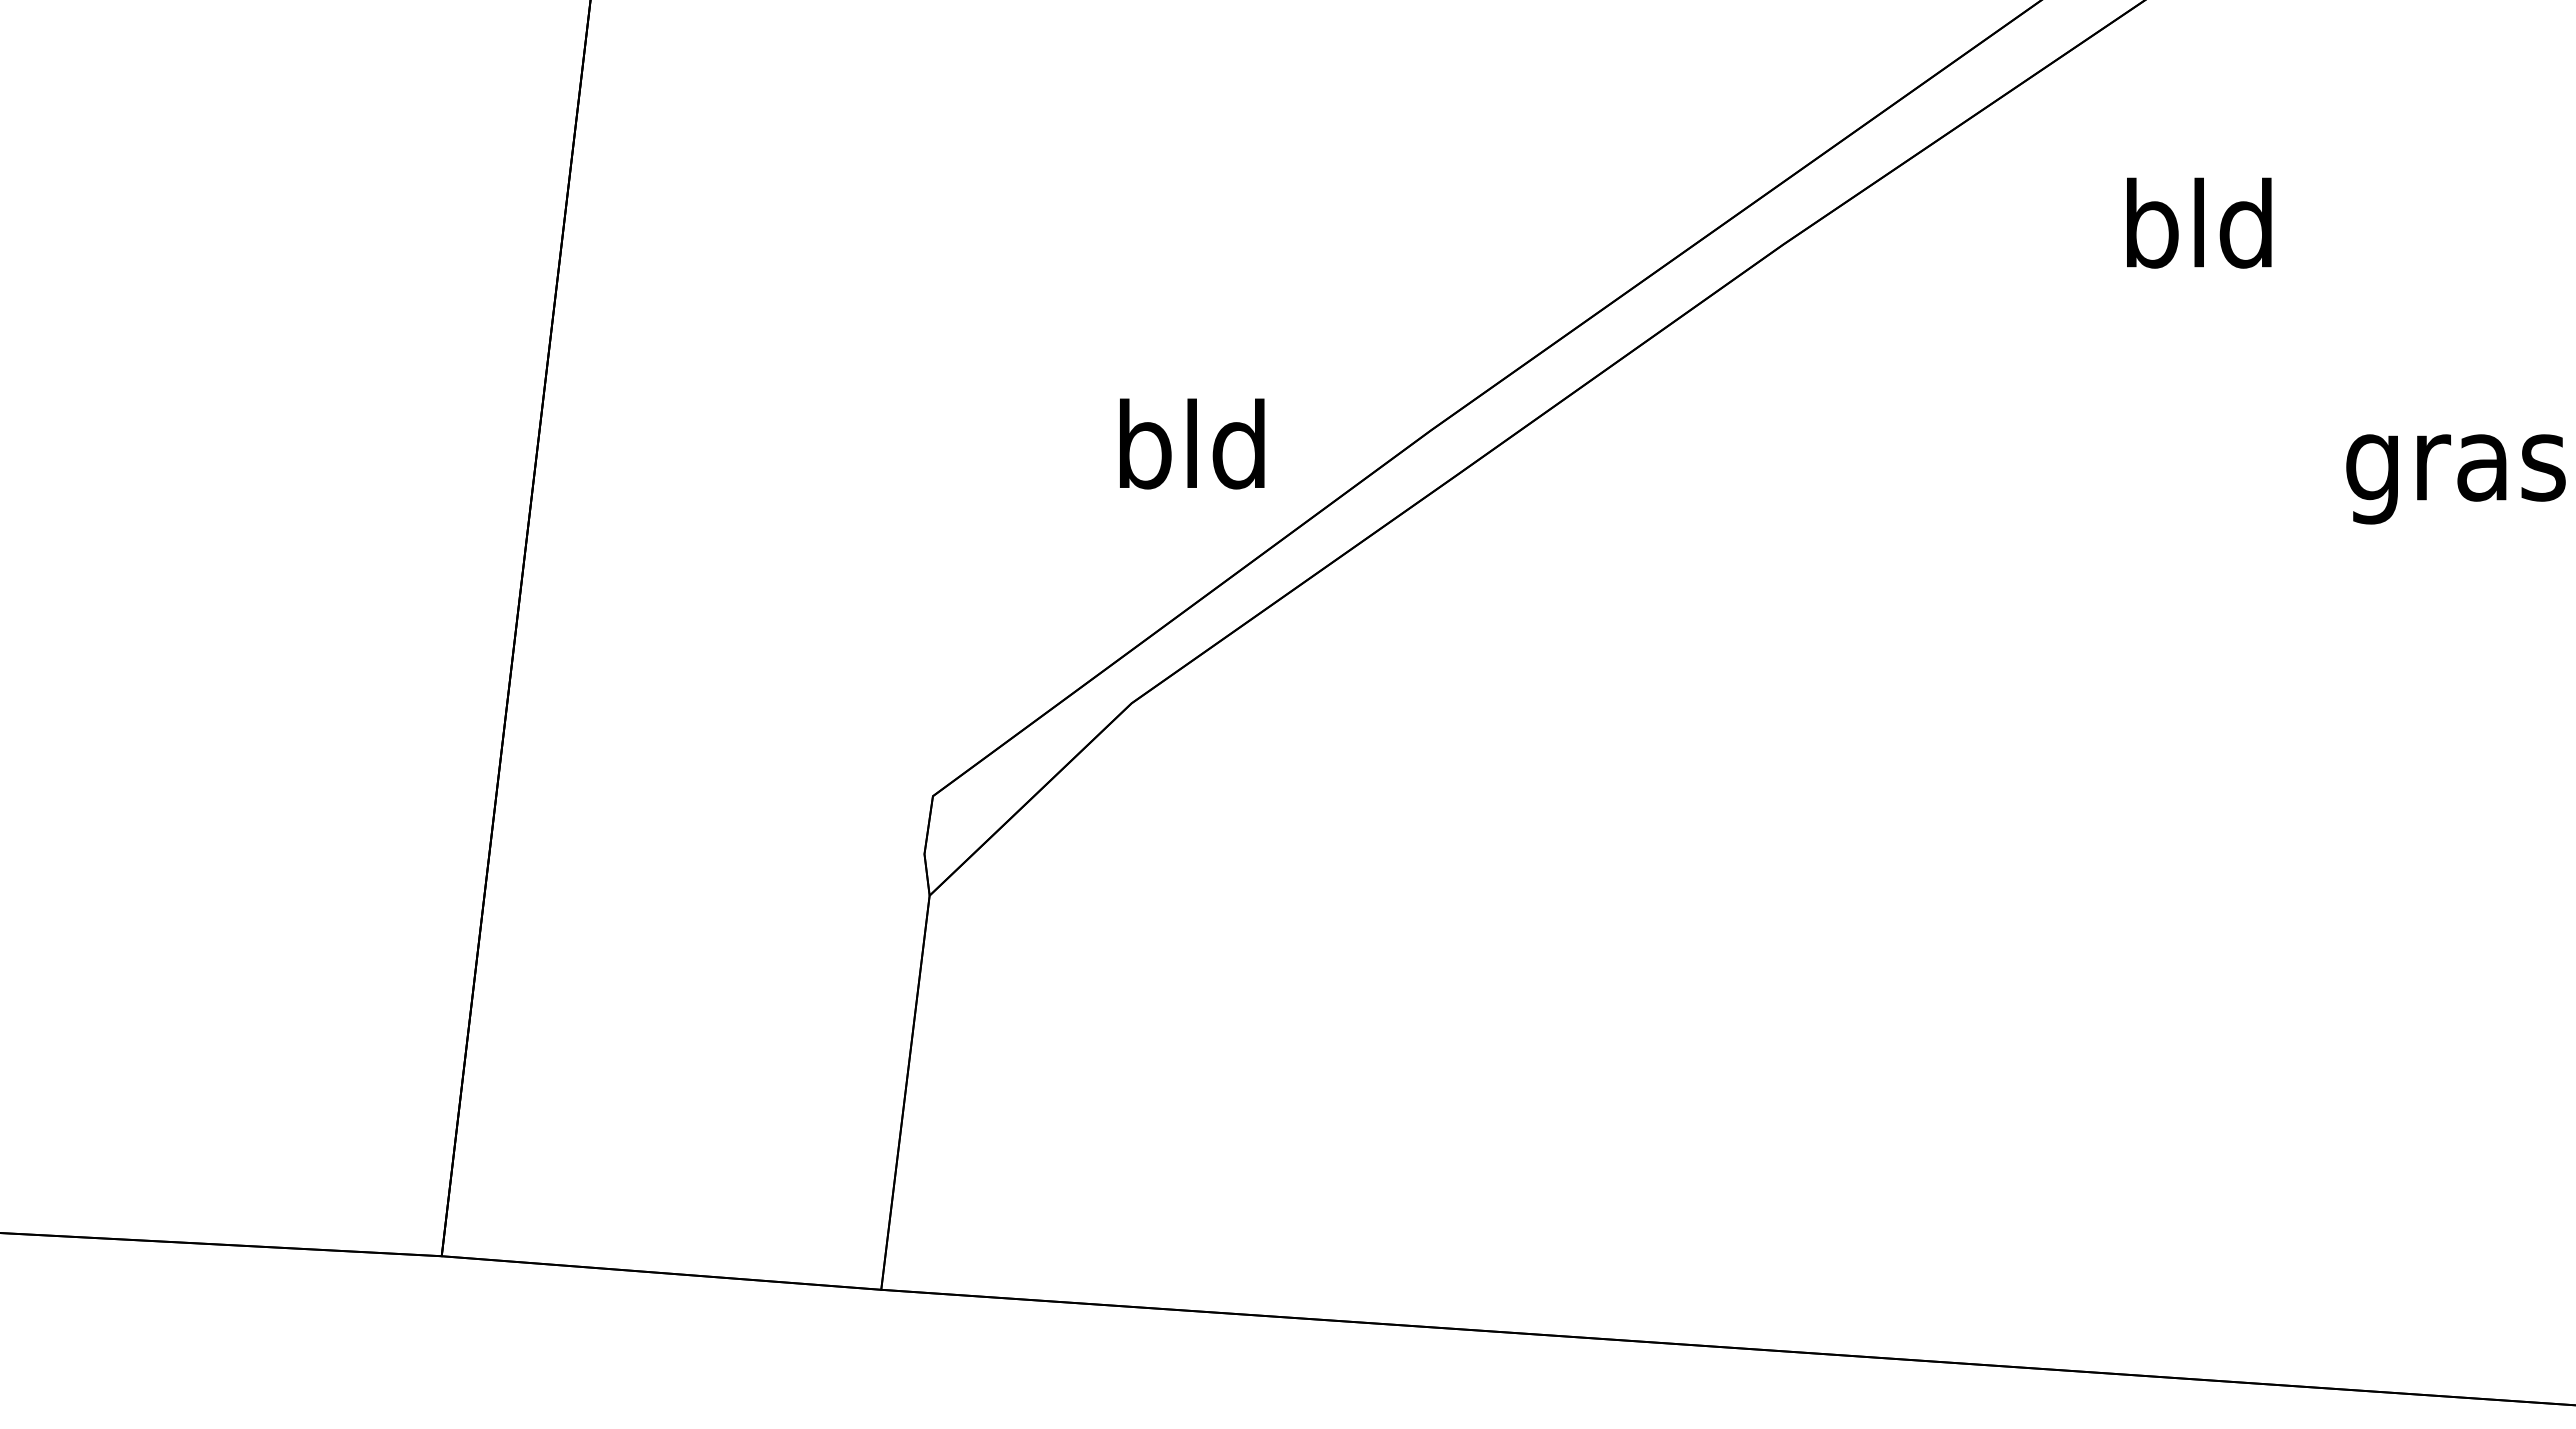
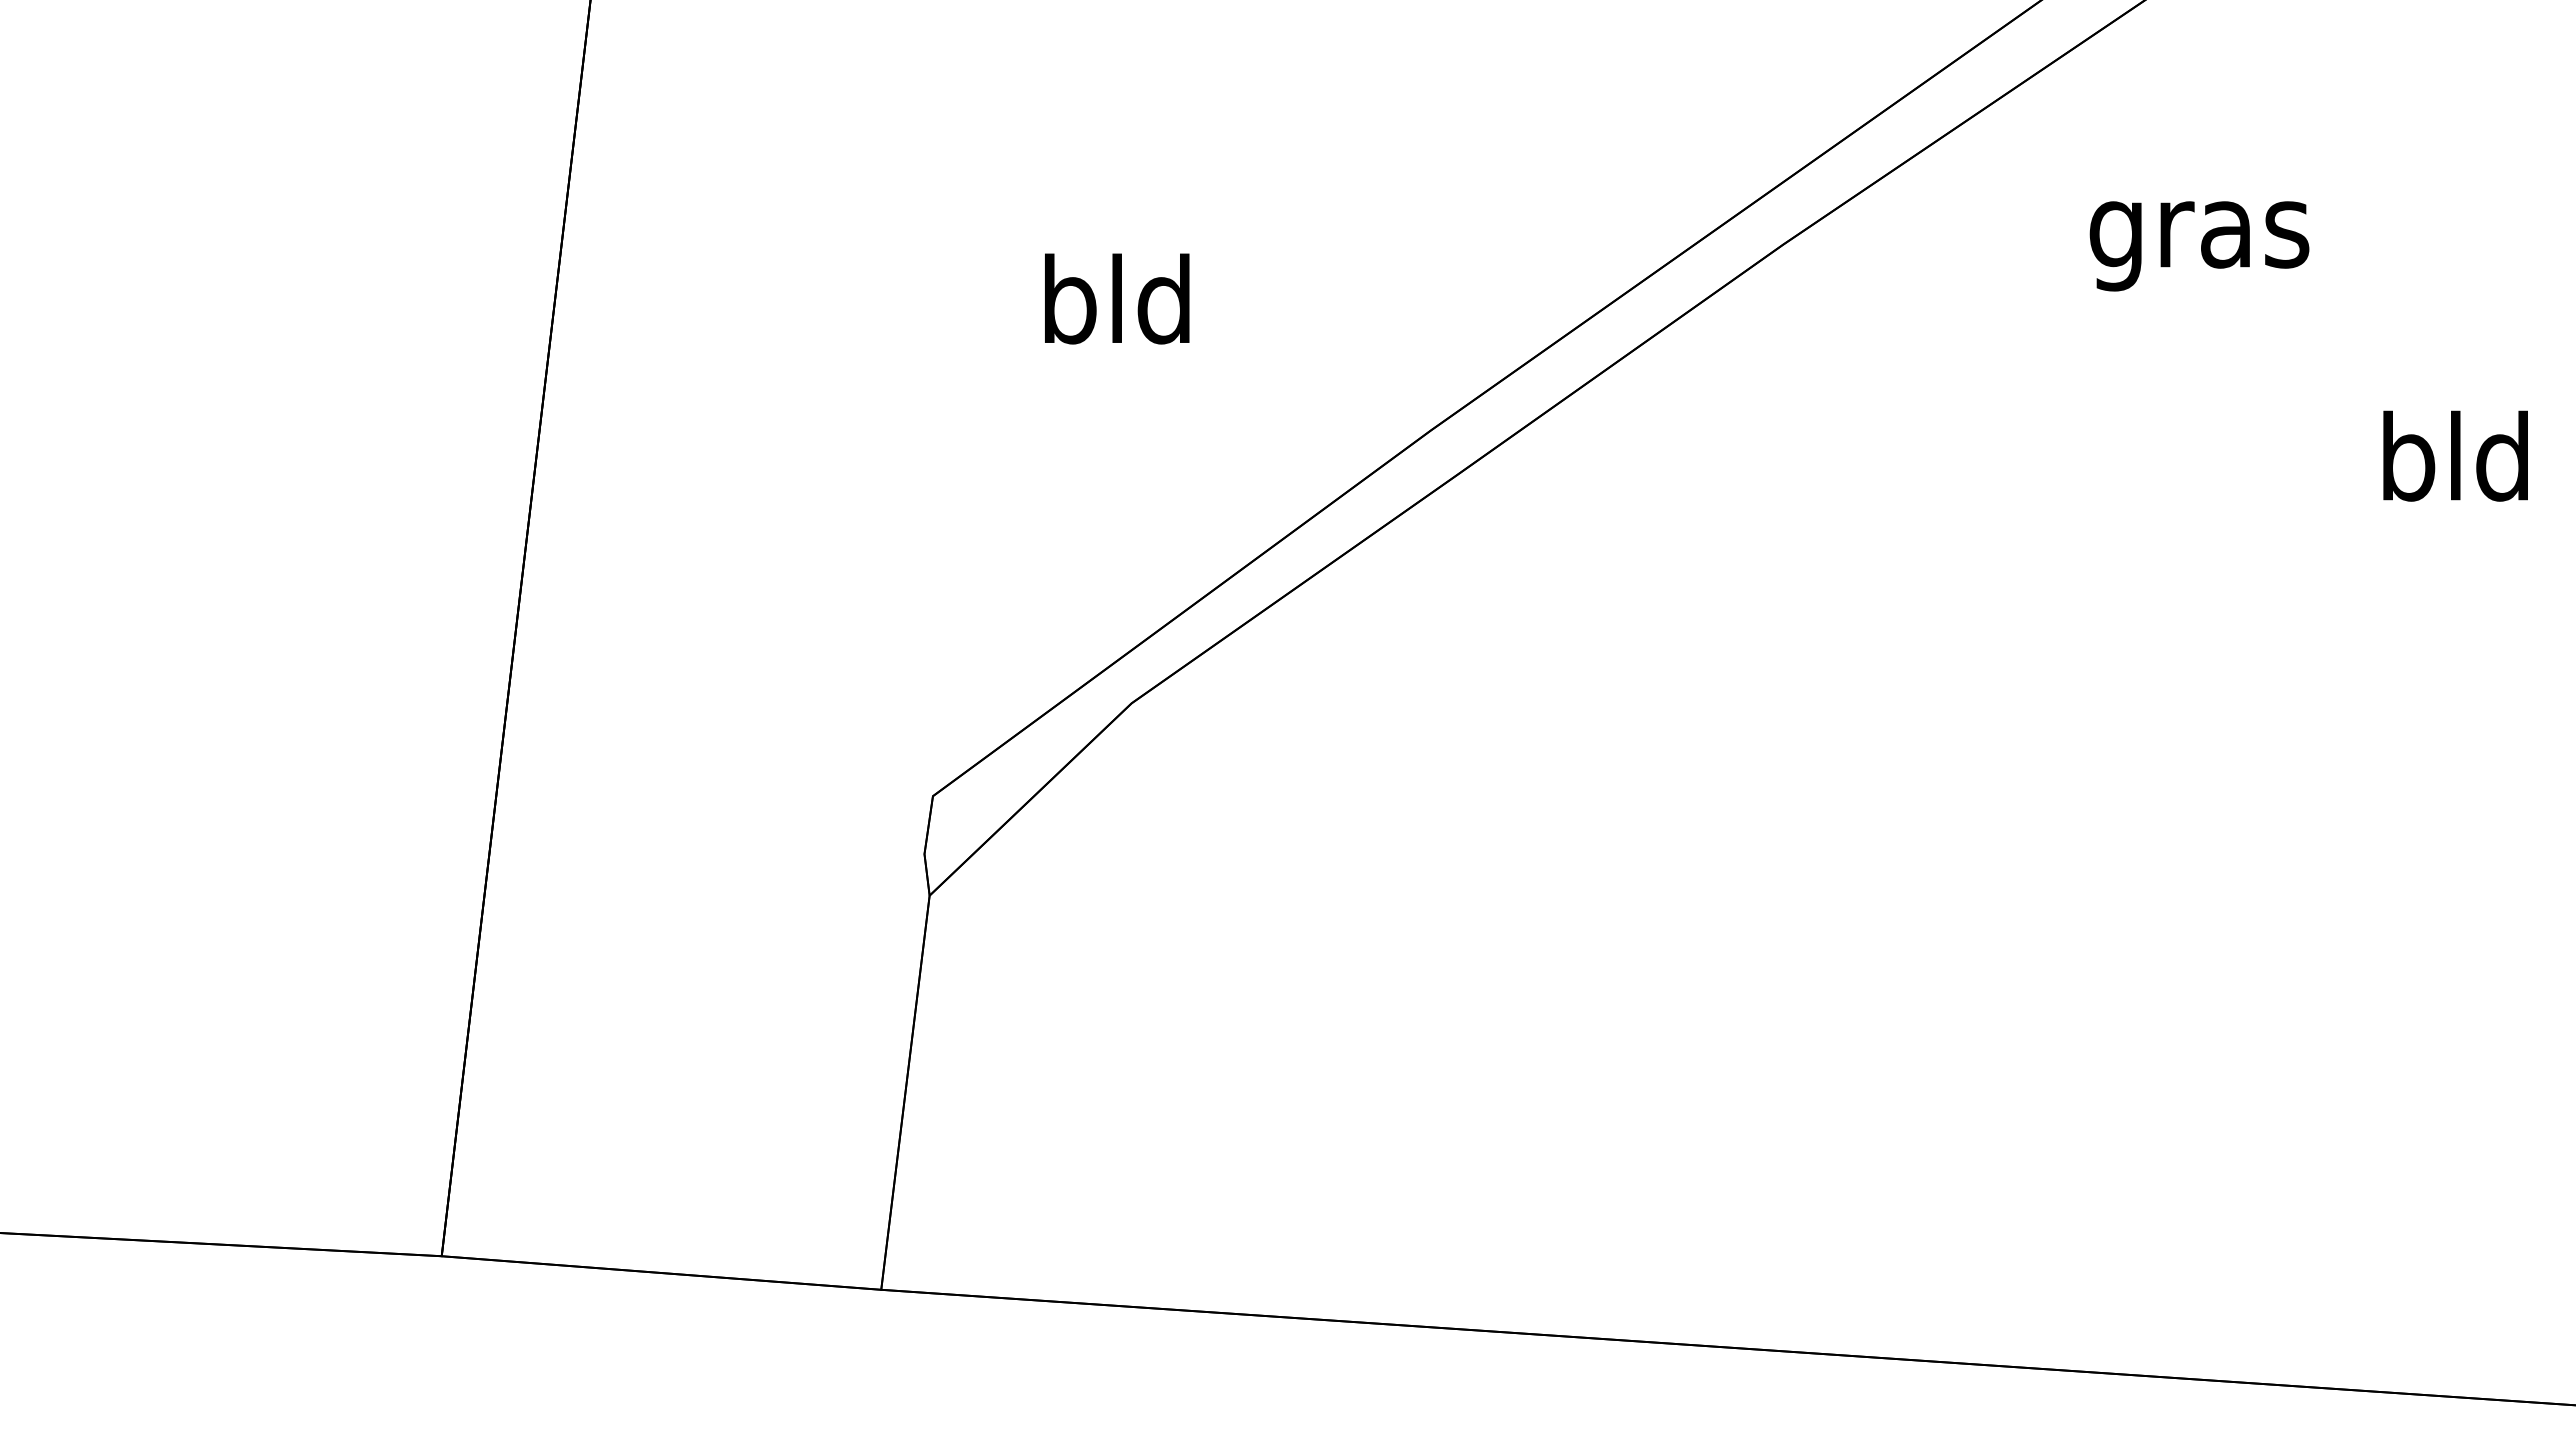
text at (2199, 234): bld -> gras
text at (1192, 443) position: (1192, 443) -> (1117, 298)
text at (2455, 467): gras -> bld
